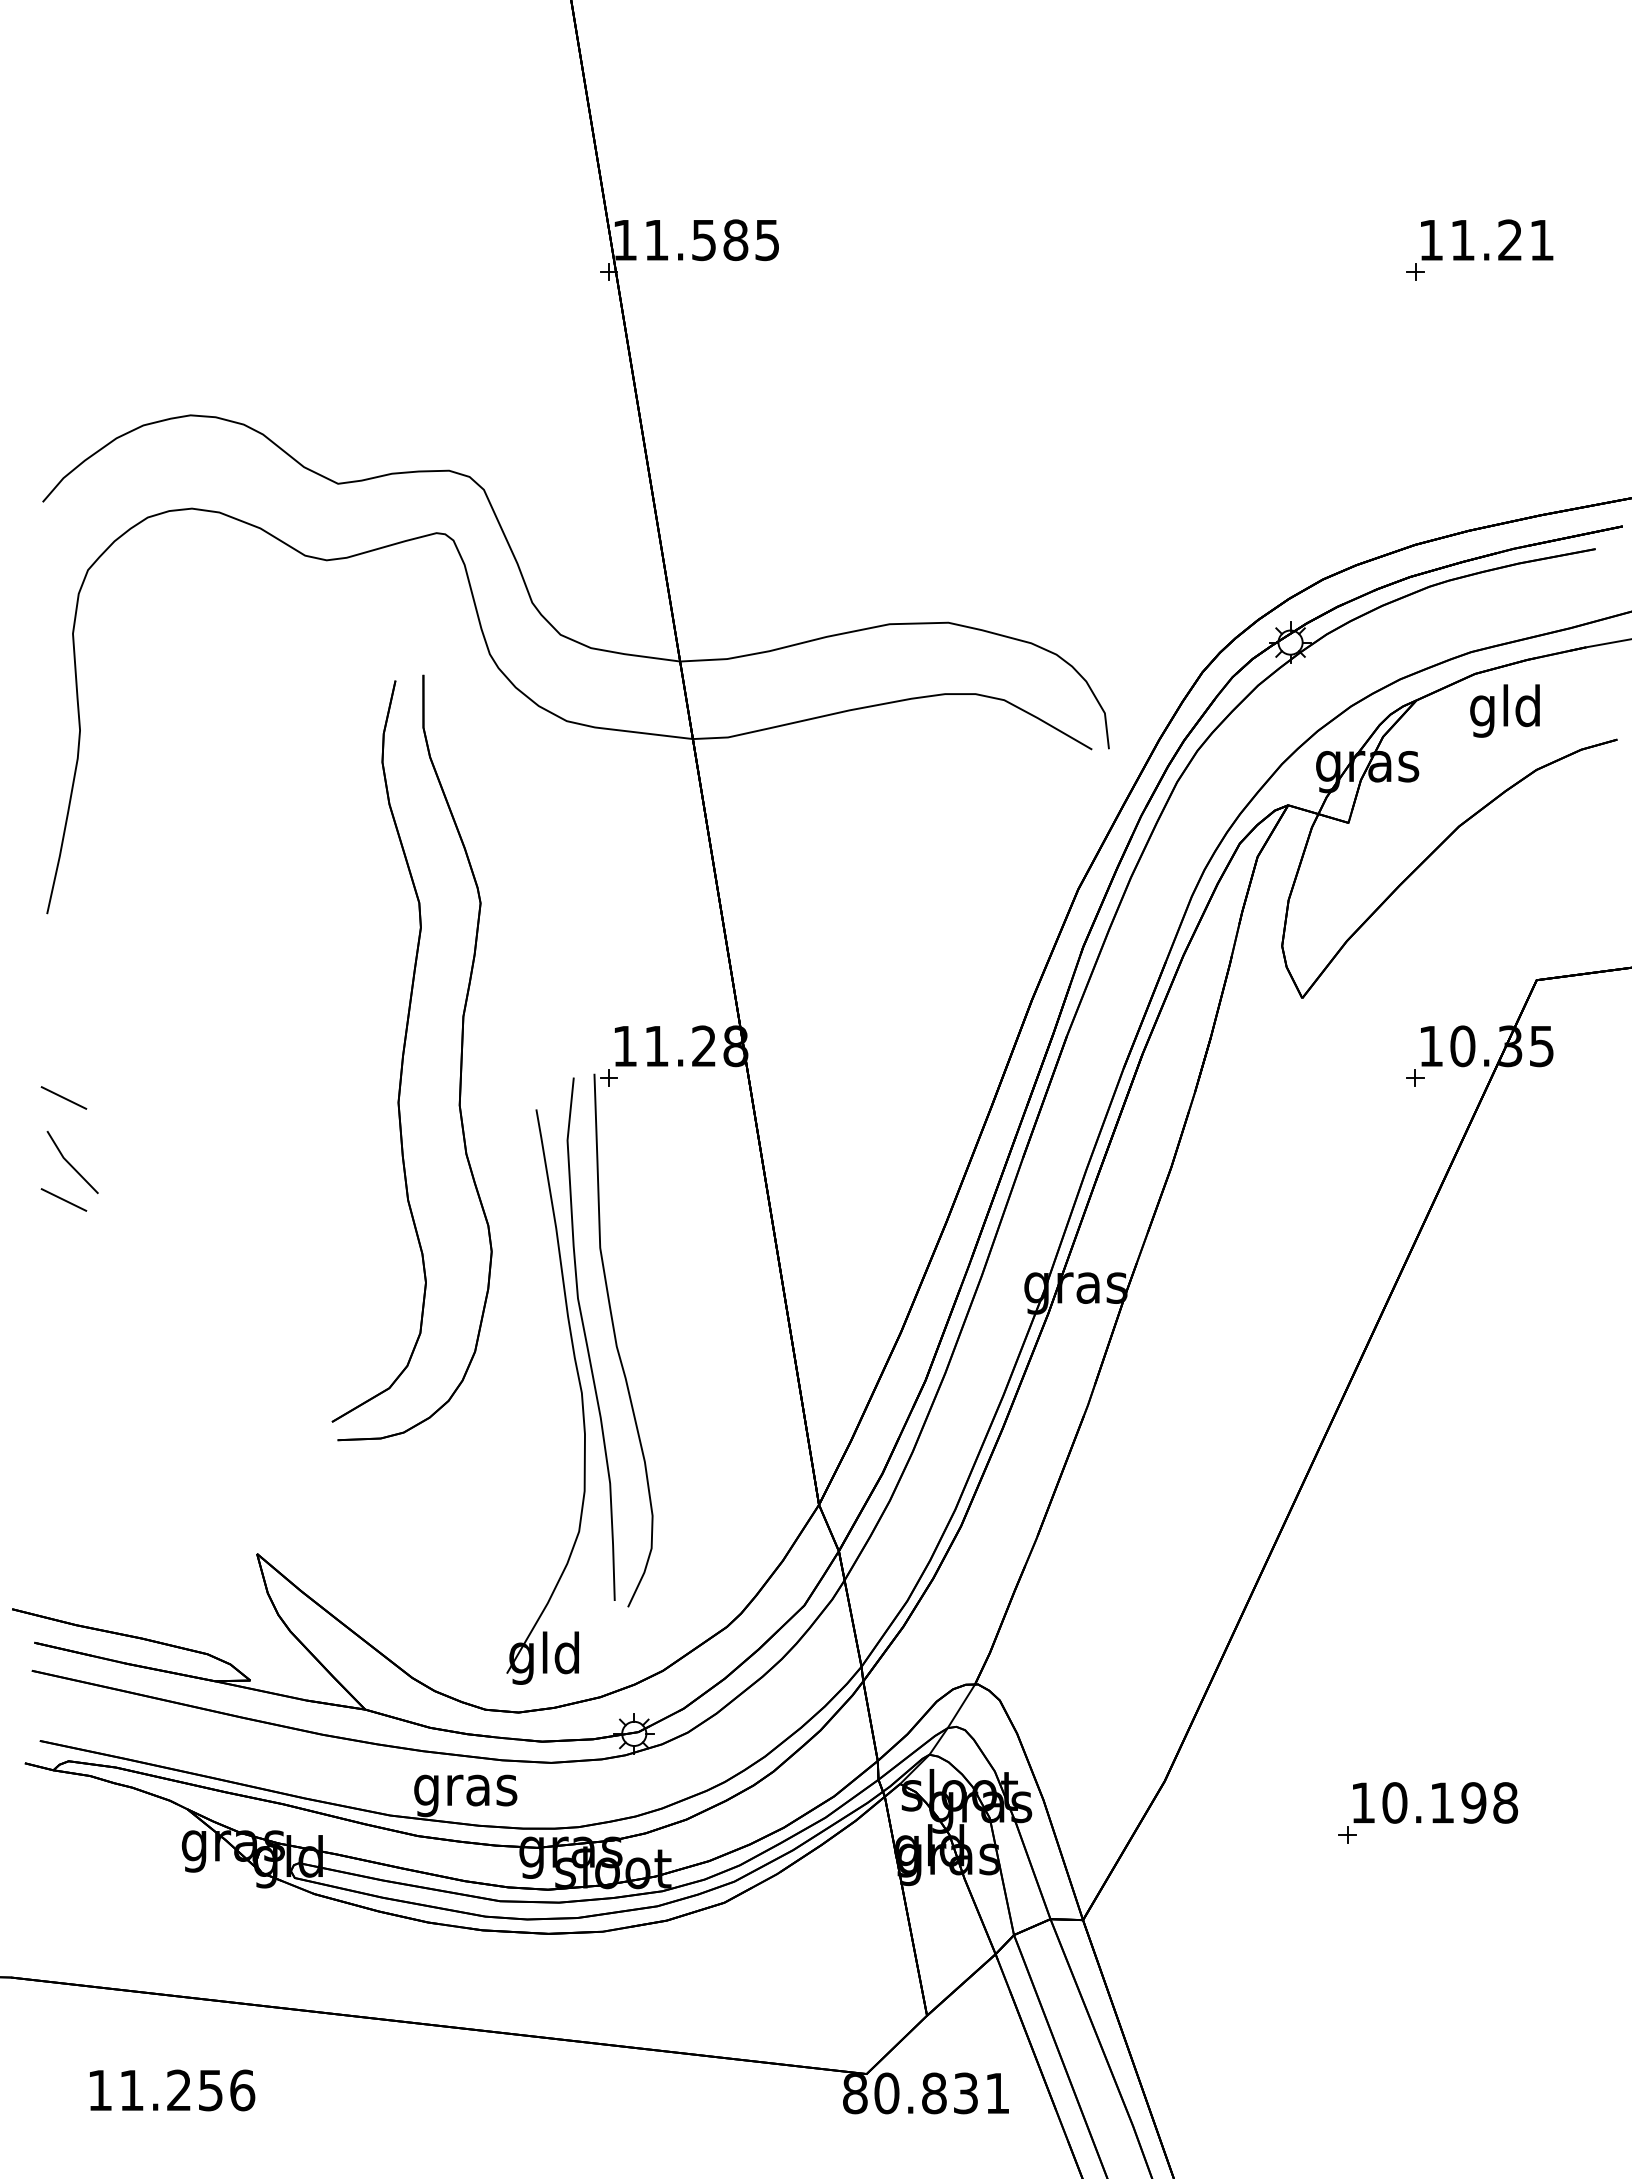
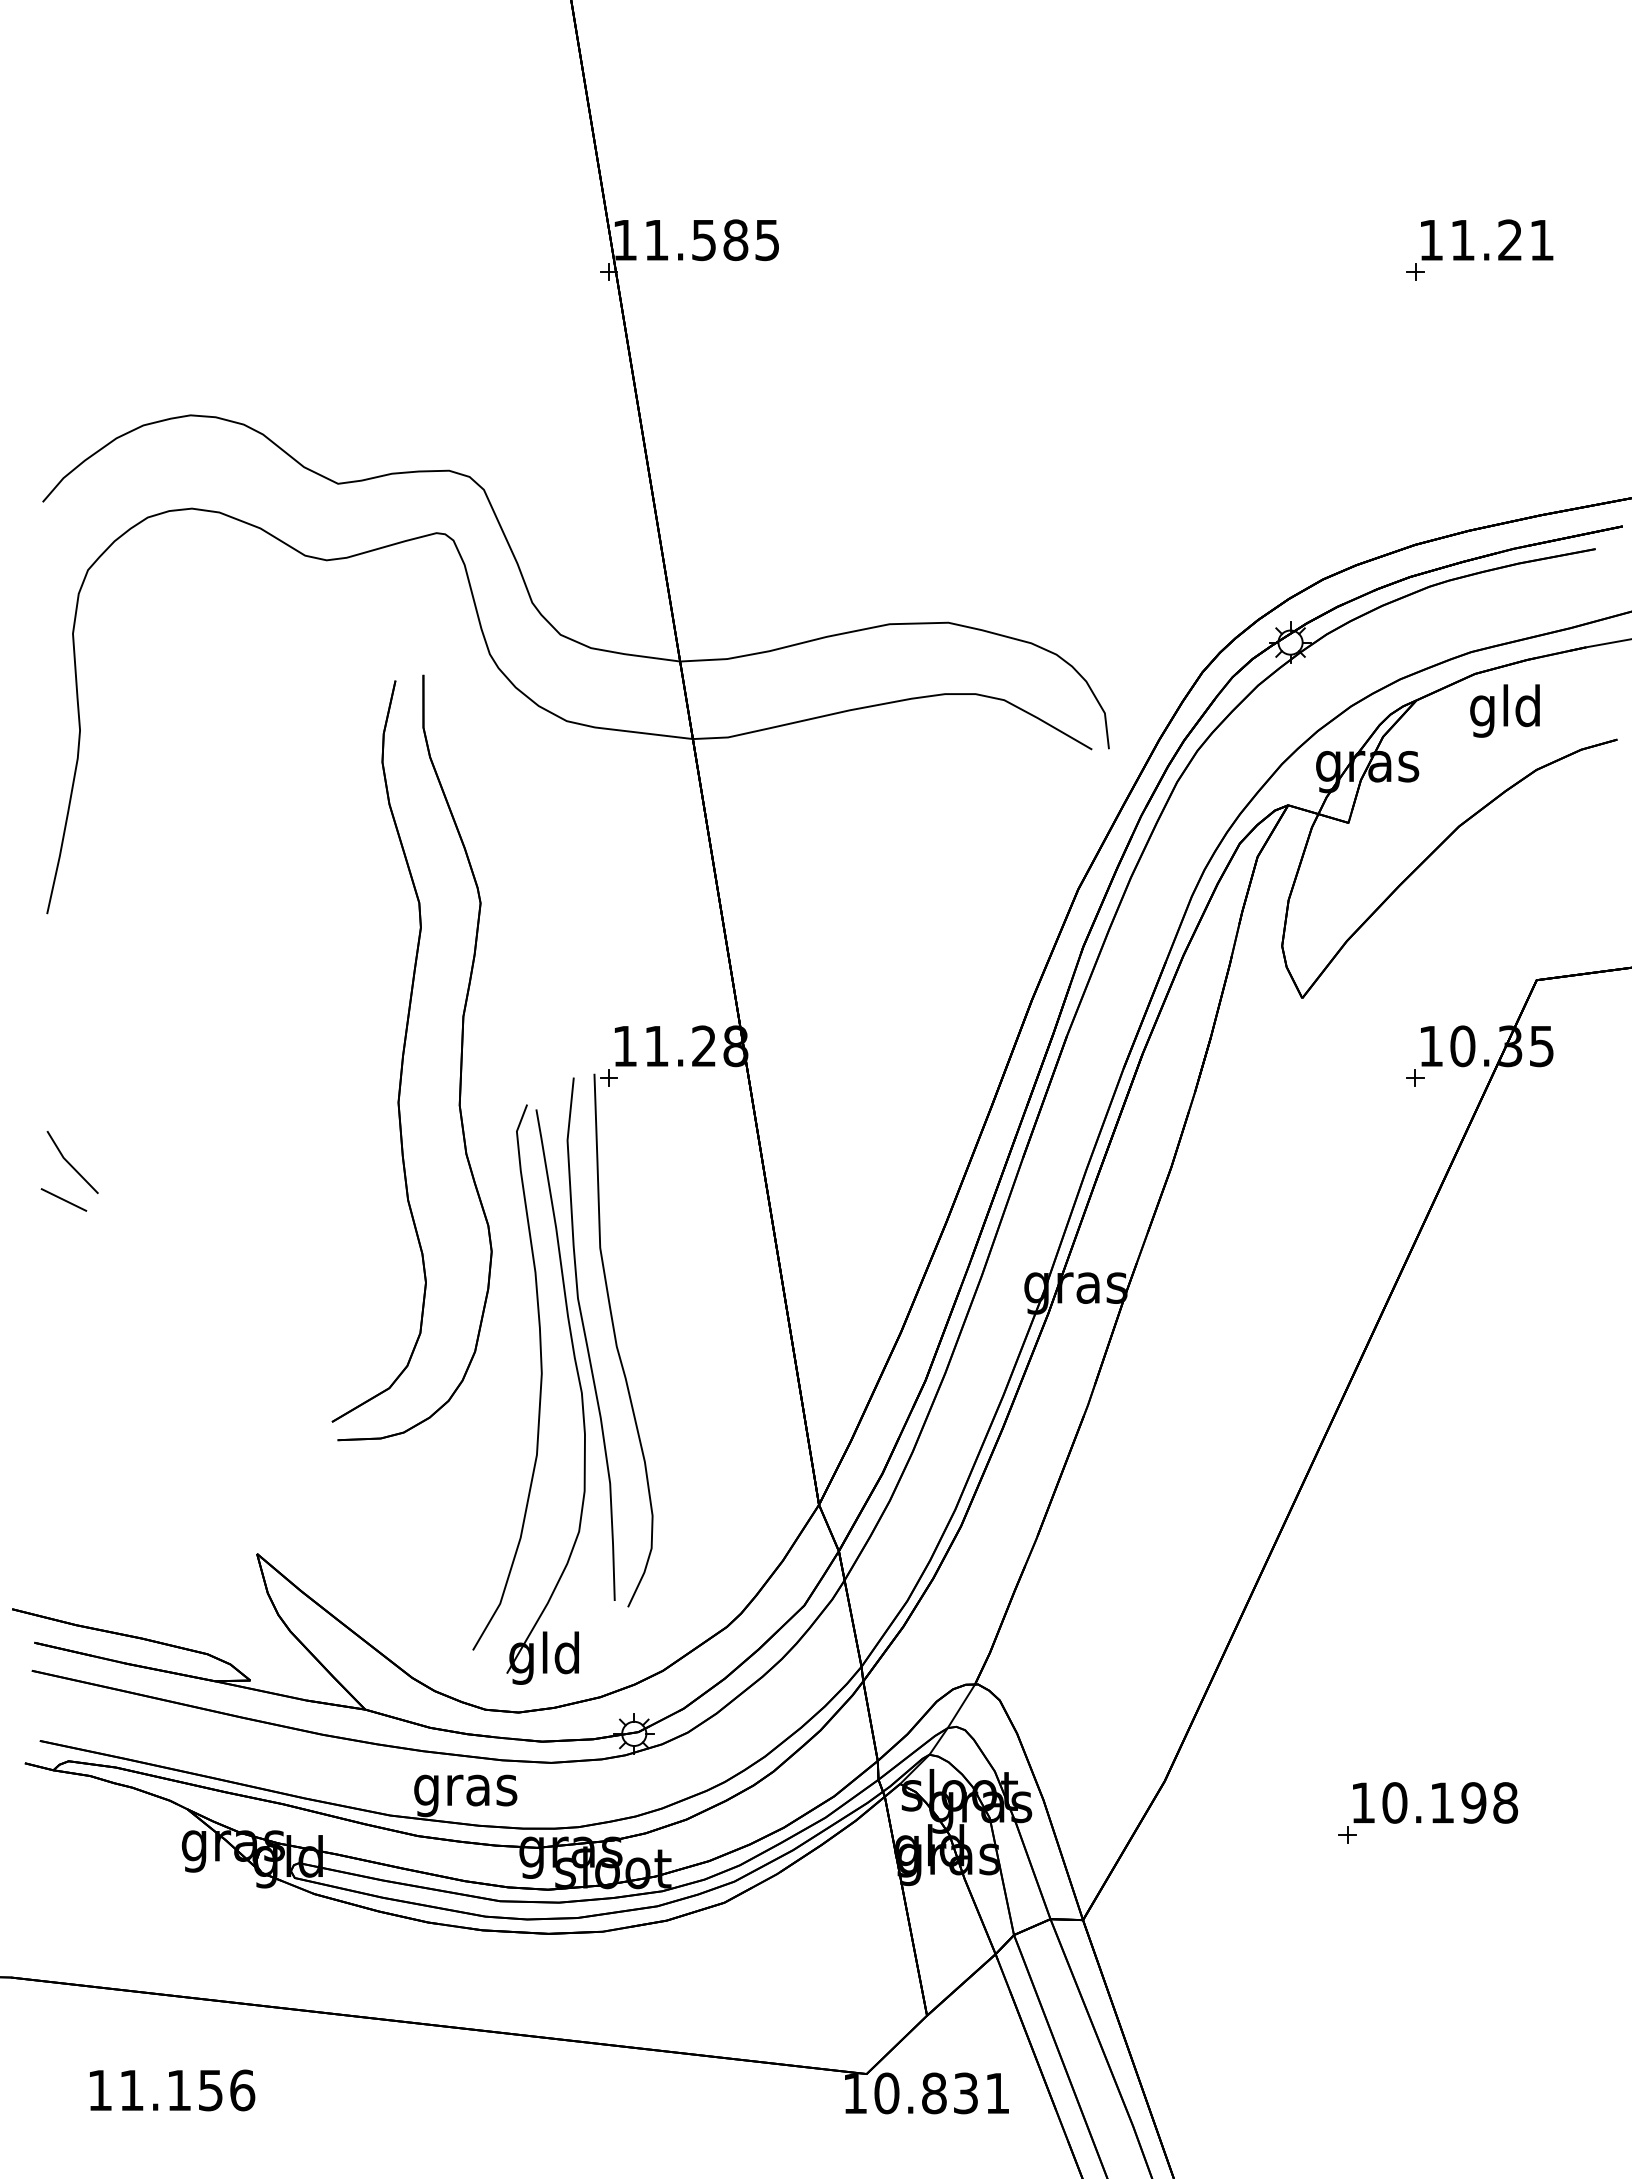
line at (63, 1097): present -> none
curve at (540, 1377): none -> present
text at (178, 2089): 11.256 -> 11.156
text at (855, 2093): 80.831 -> 10.831
